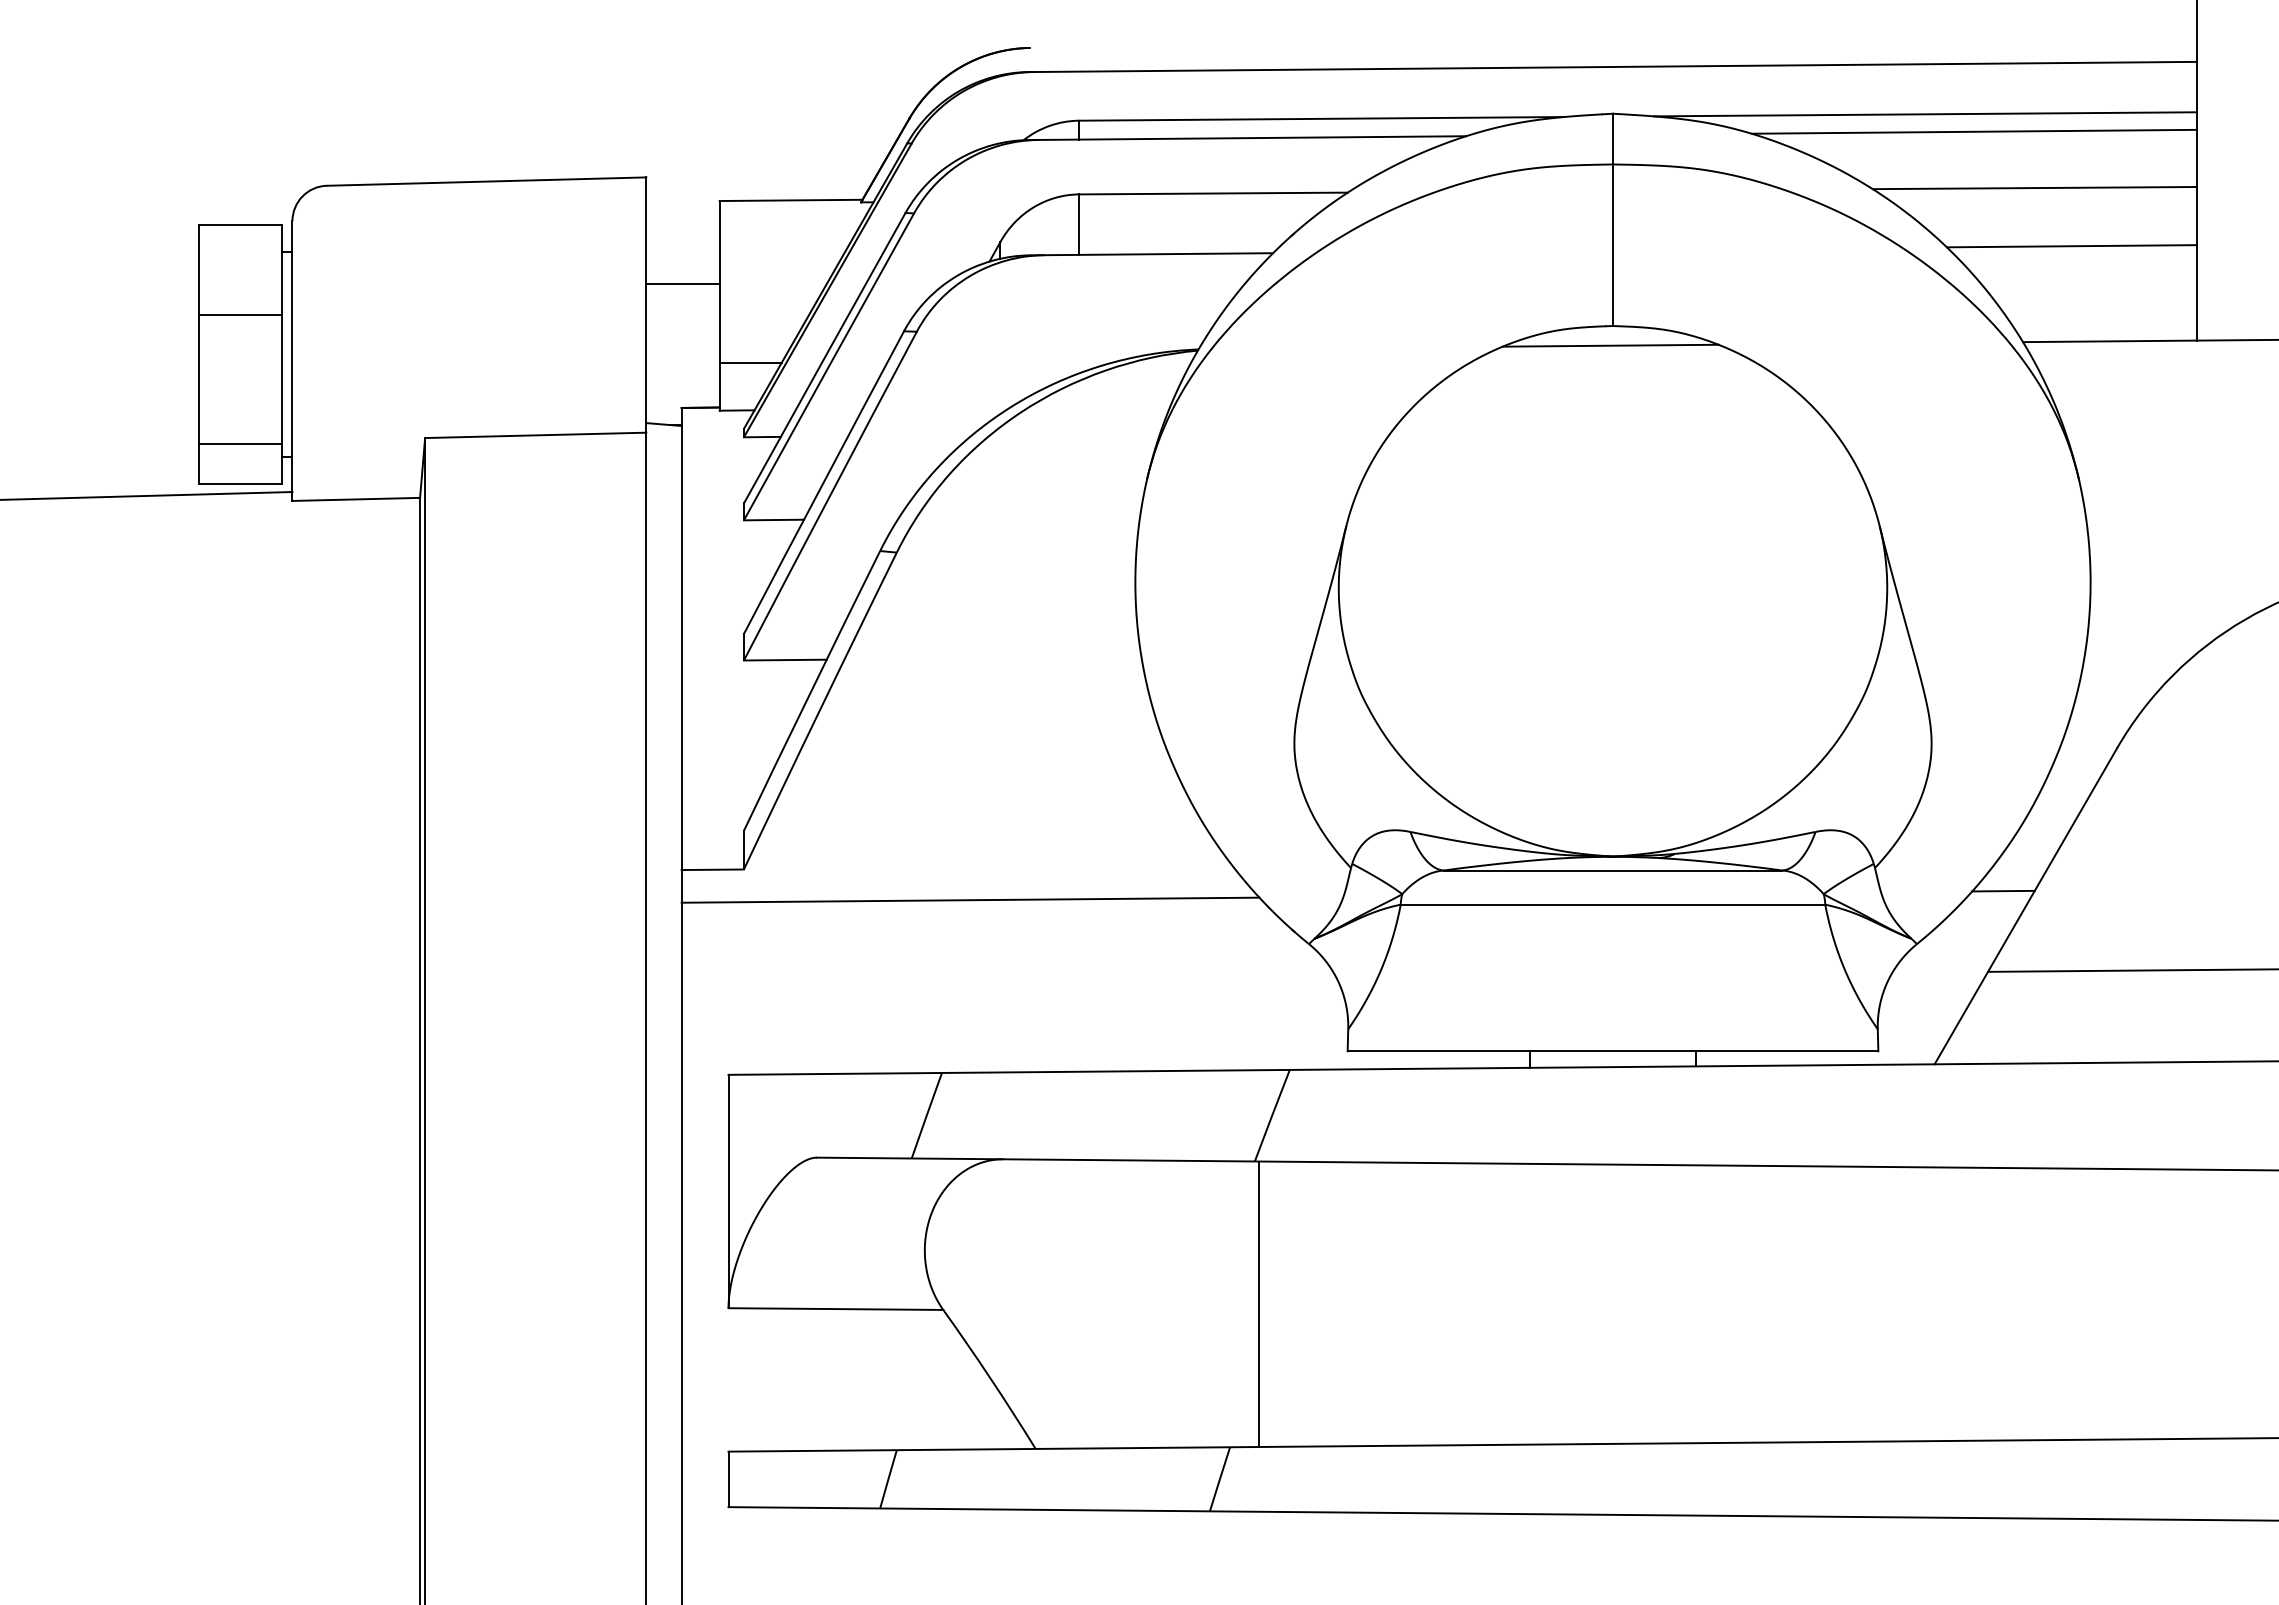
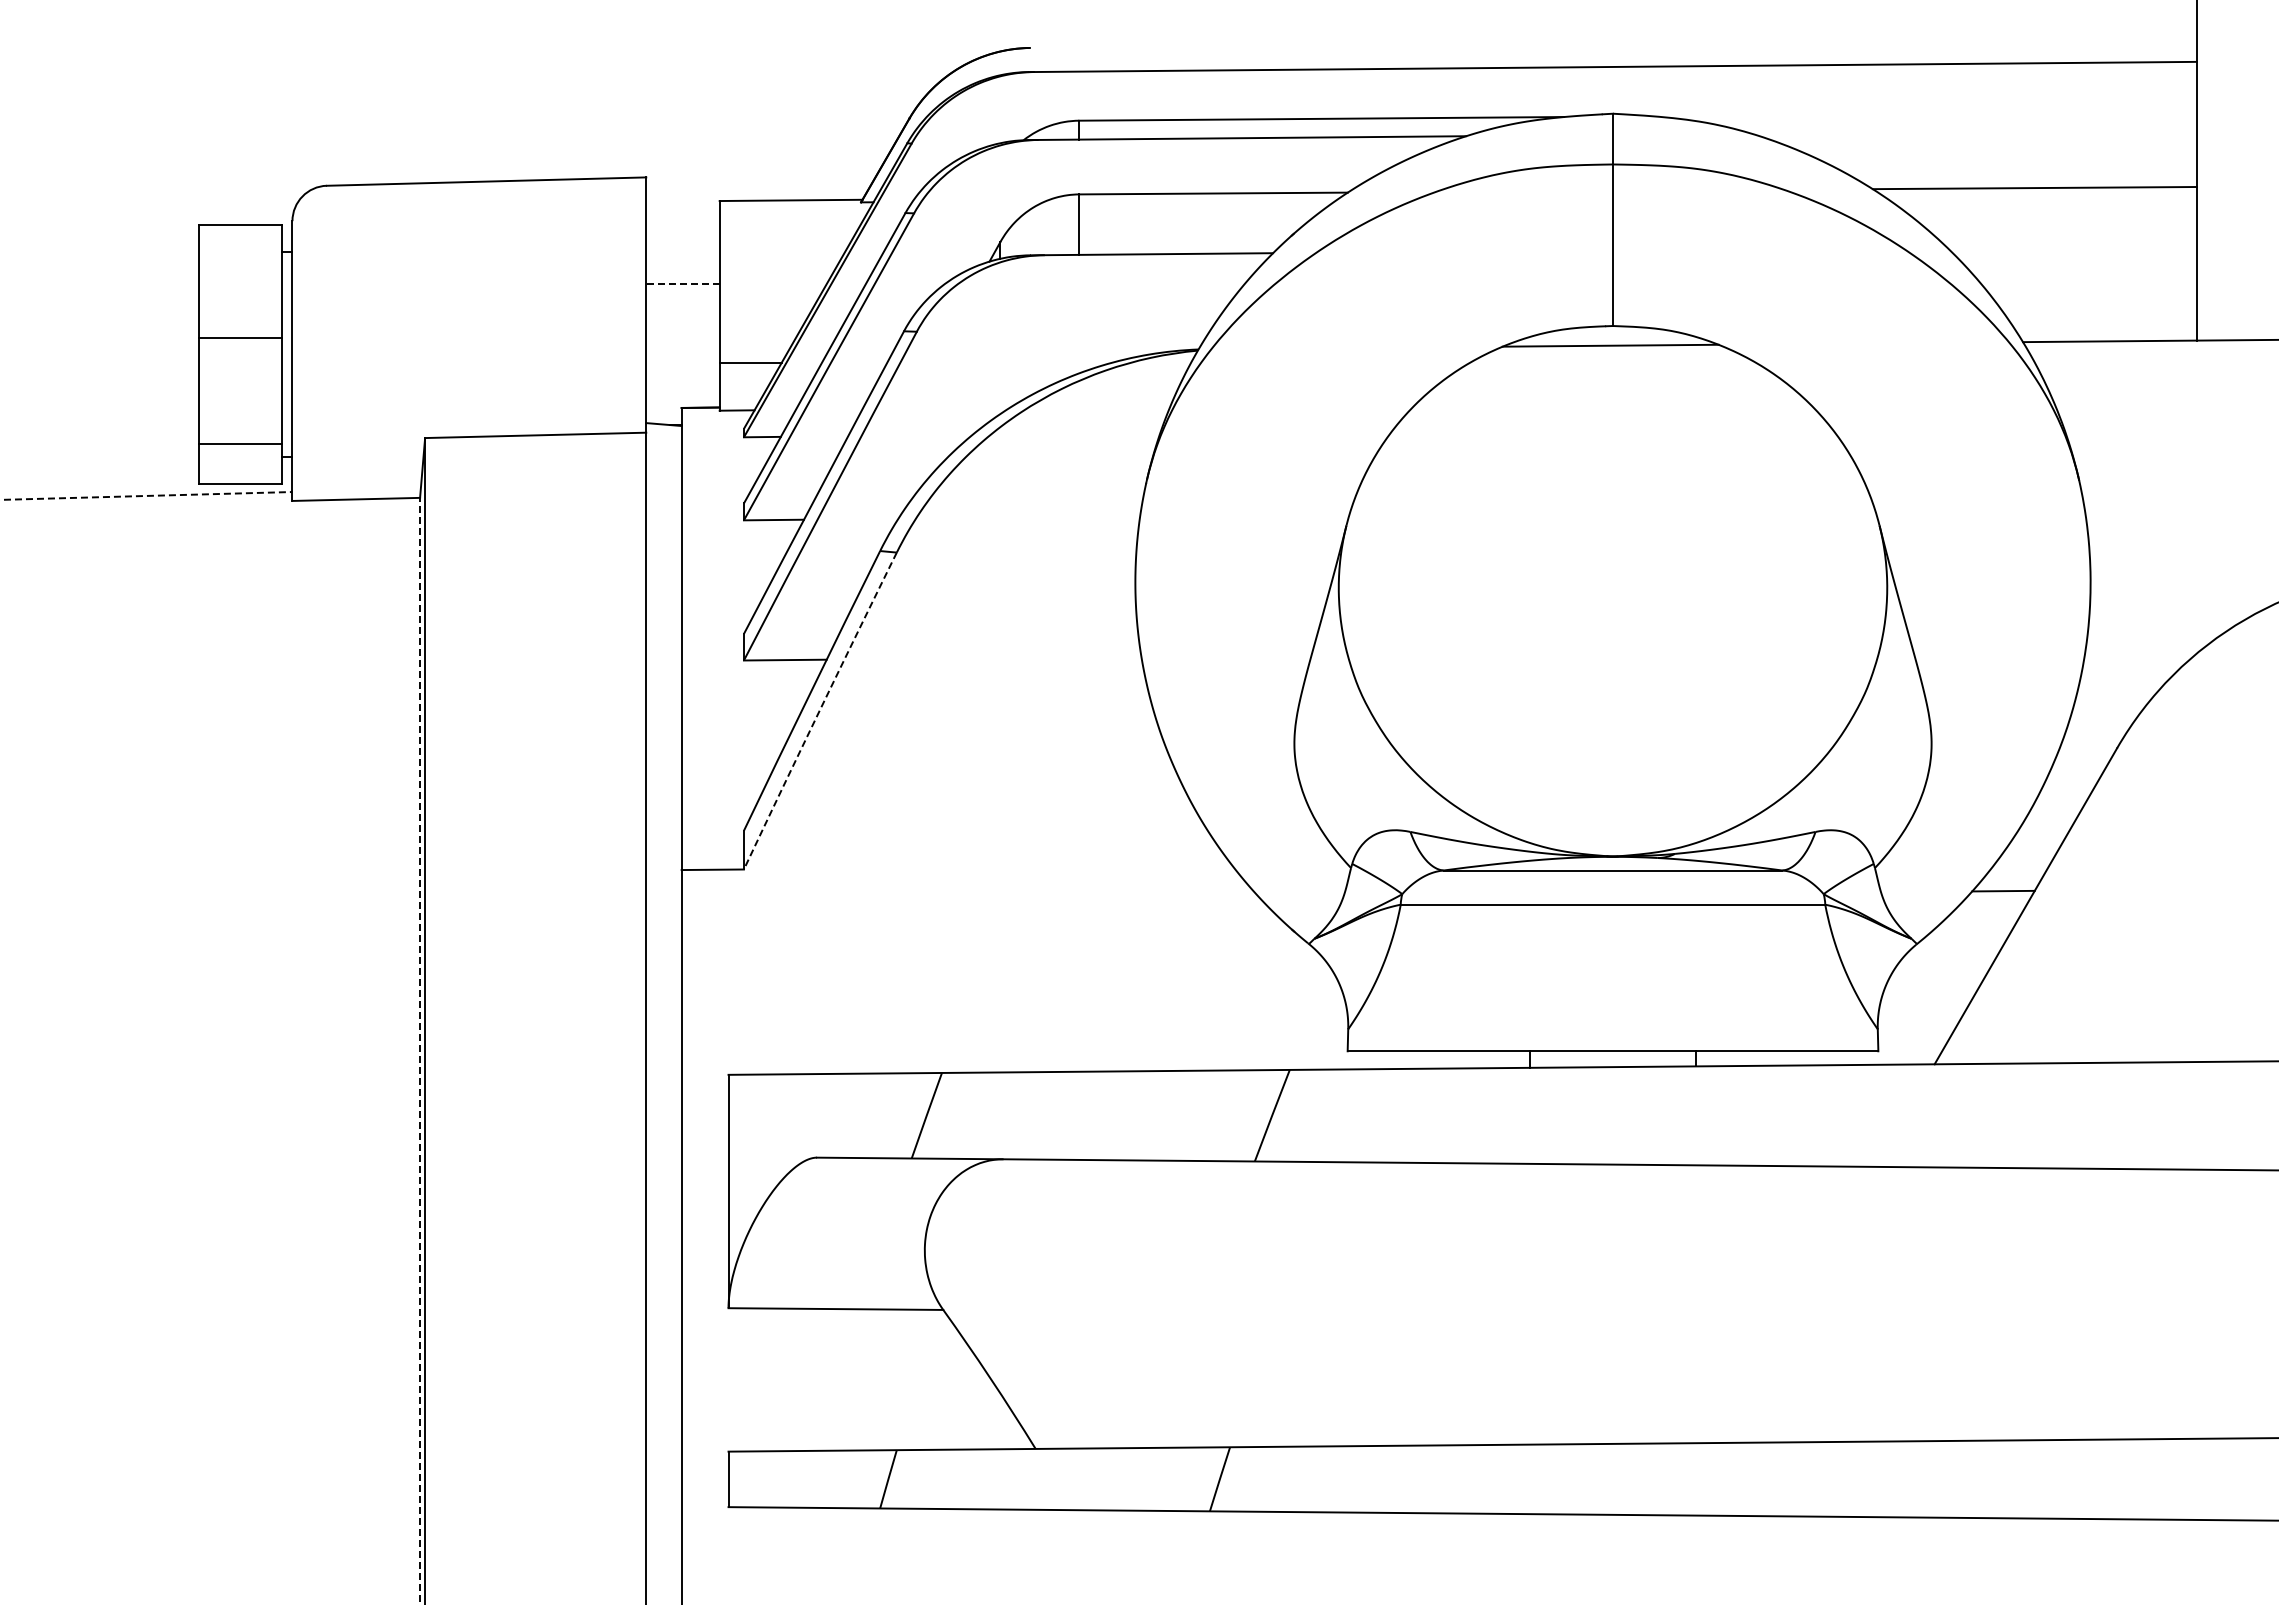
line at (1924, 114): present -> none
line at (1973, 131): present -> none
line at (2071, 246): present -> none
line at (682, 283): solid -> dashed
line at (239, 314) position: (239, 314) -> (239, 337)
line at (146, 495): solid -> dashed
arc at (819, 710): solid -> dashed
line at (970, 899): present -> none
line at (2131, 970): present -> none
line at (420, 1050): solid -> dashed
line at (1259, 1304): present -> none
